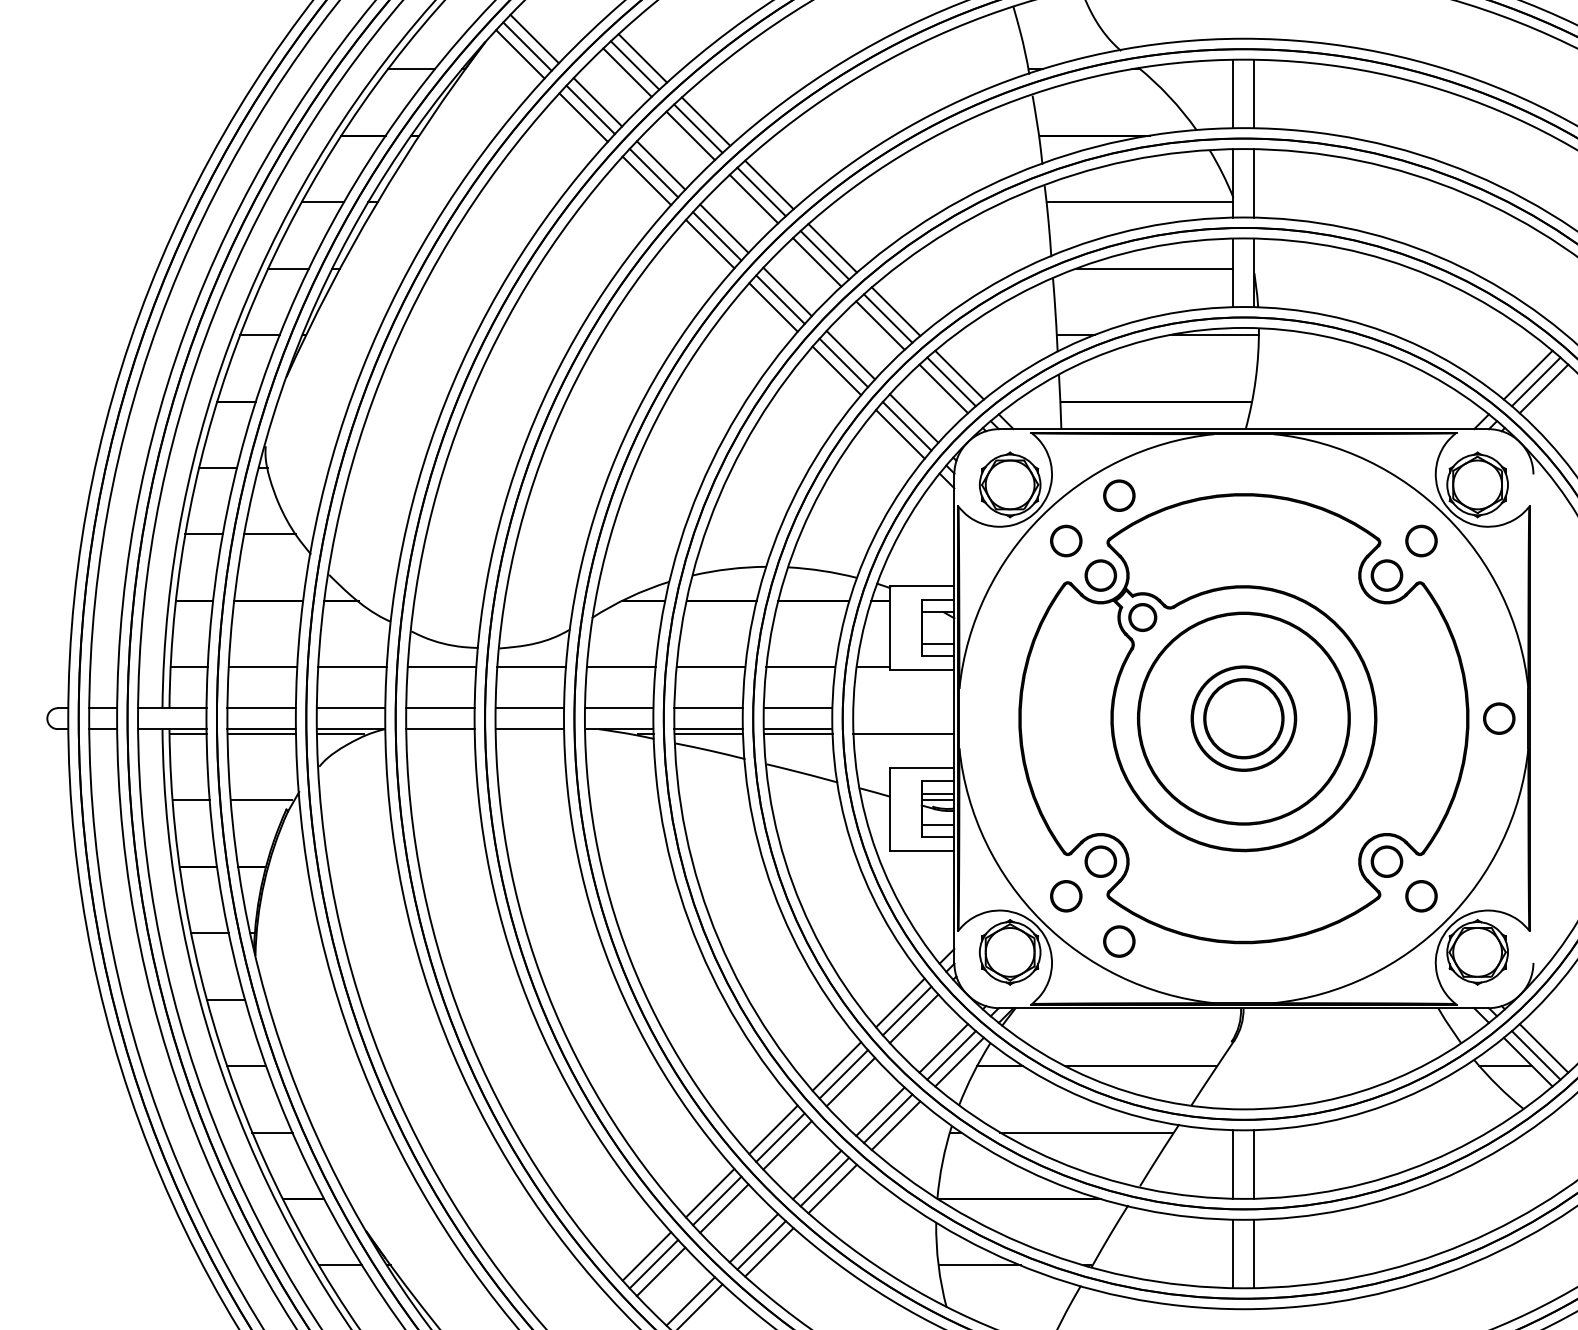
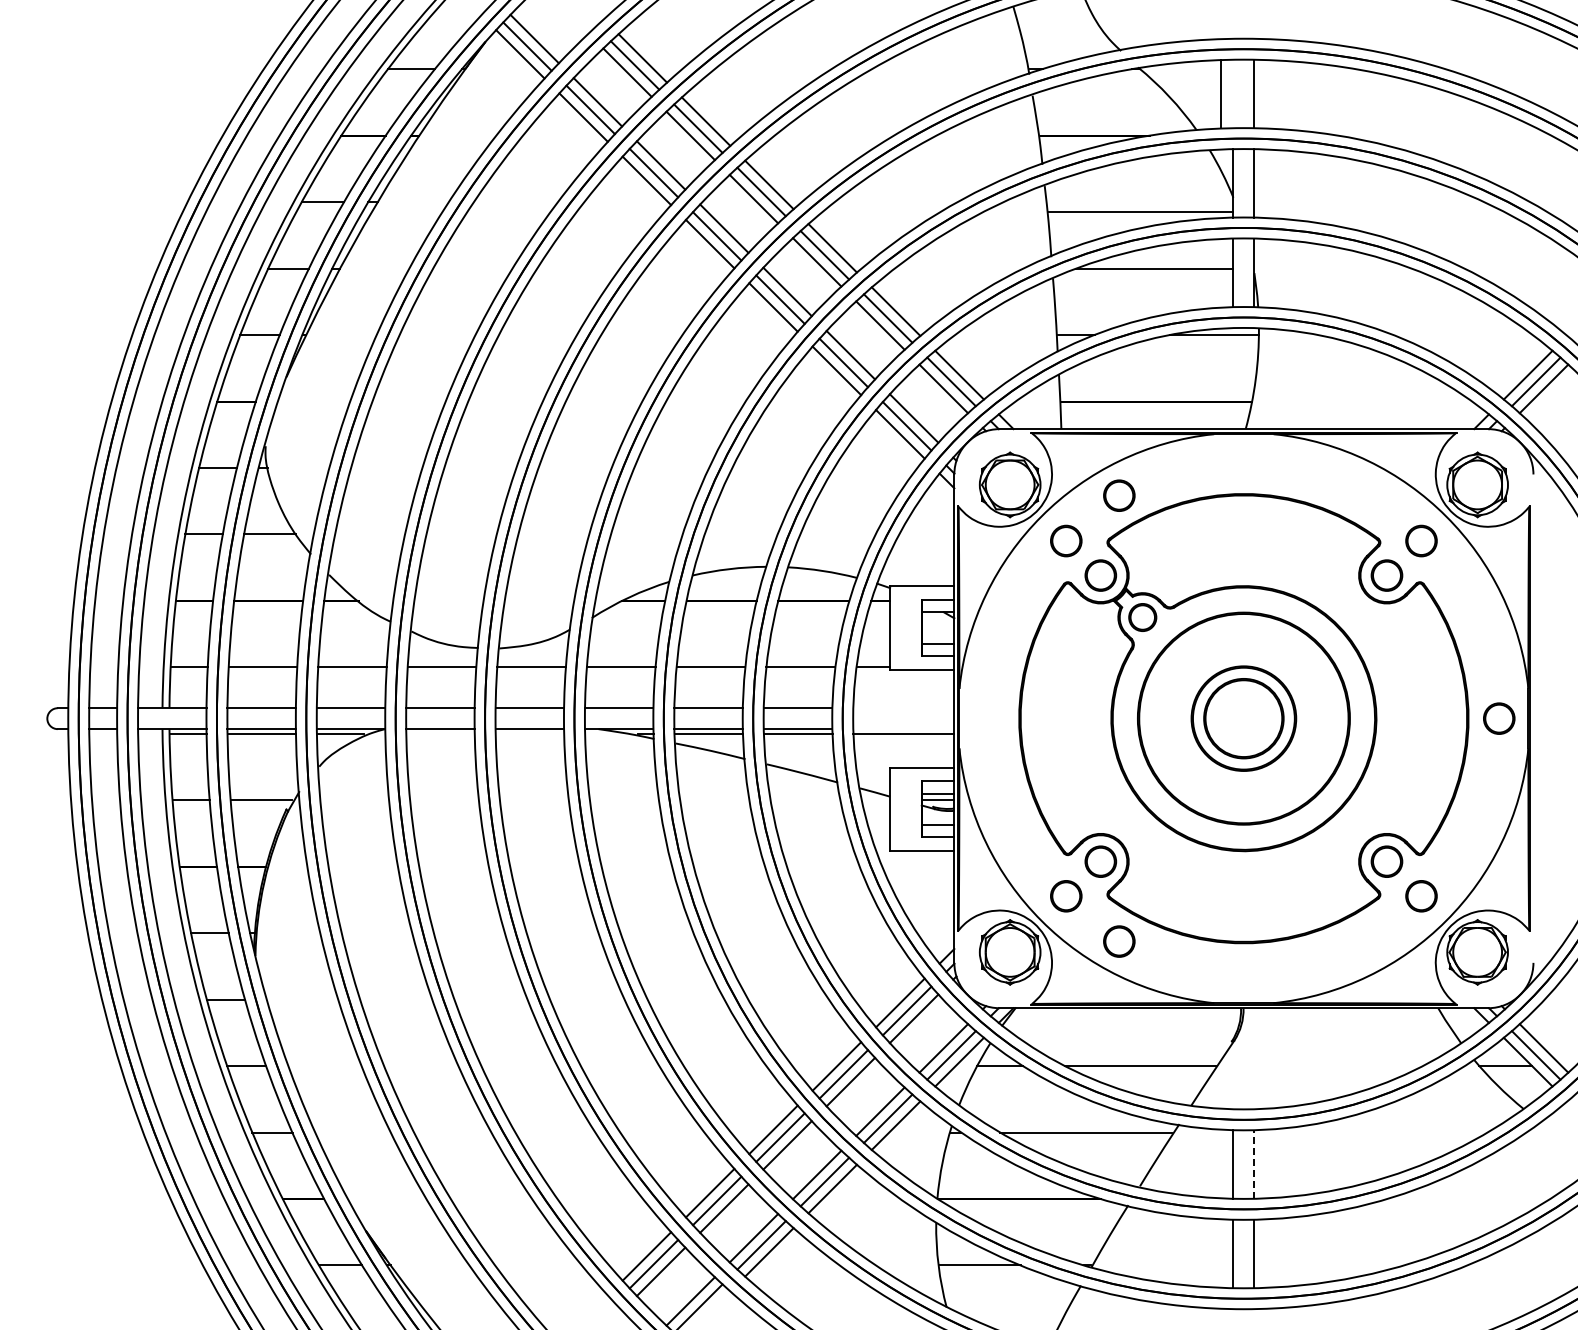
line at (1233, 93) position: (1233, 93) -> (1221, 93)
line at (1140, 202) position: (1140, 202) -> (1140, 212)
line at (1254, 1163): solid -> dashed
